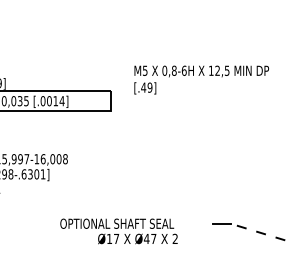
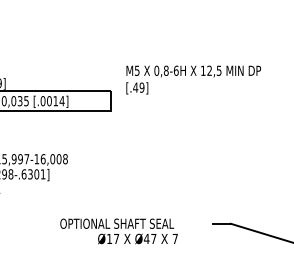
text at (201, 79) position: (201, 79) -> (193, 79)
line at (262, 233): dashed -> solid
text at (174, 238): 2 -> 7
